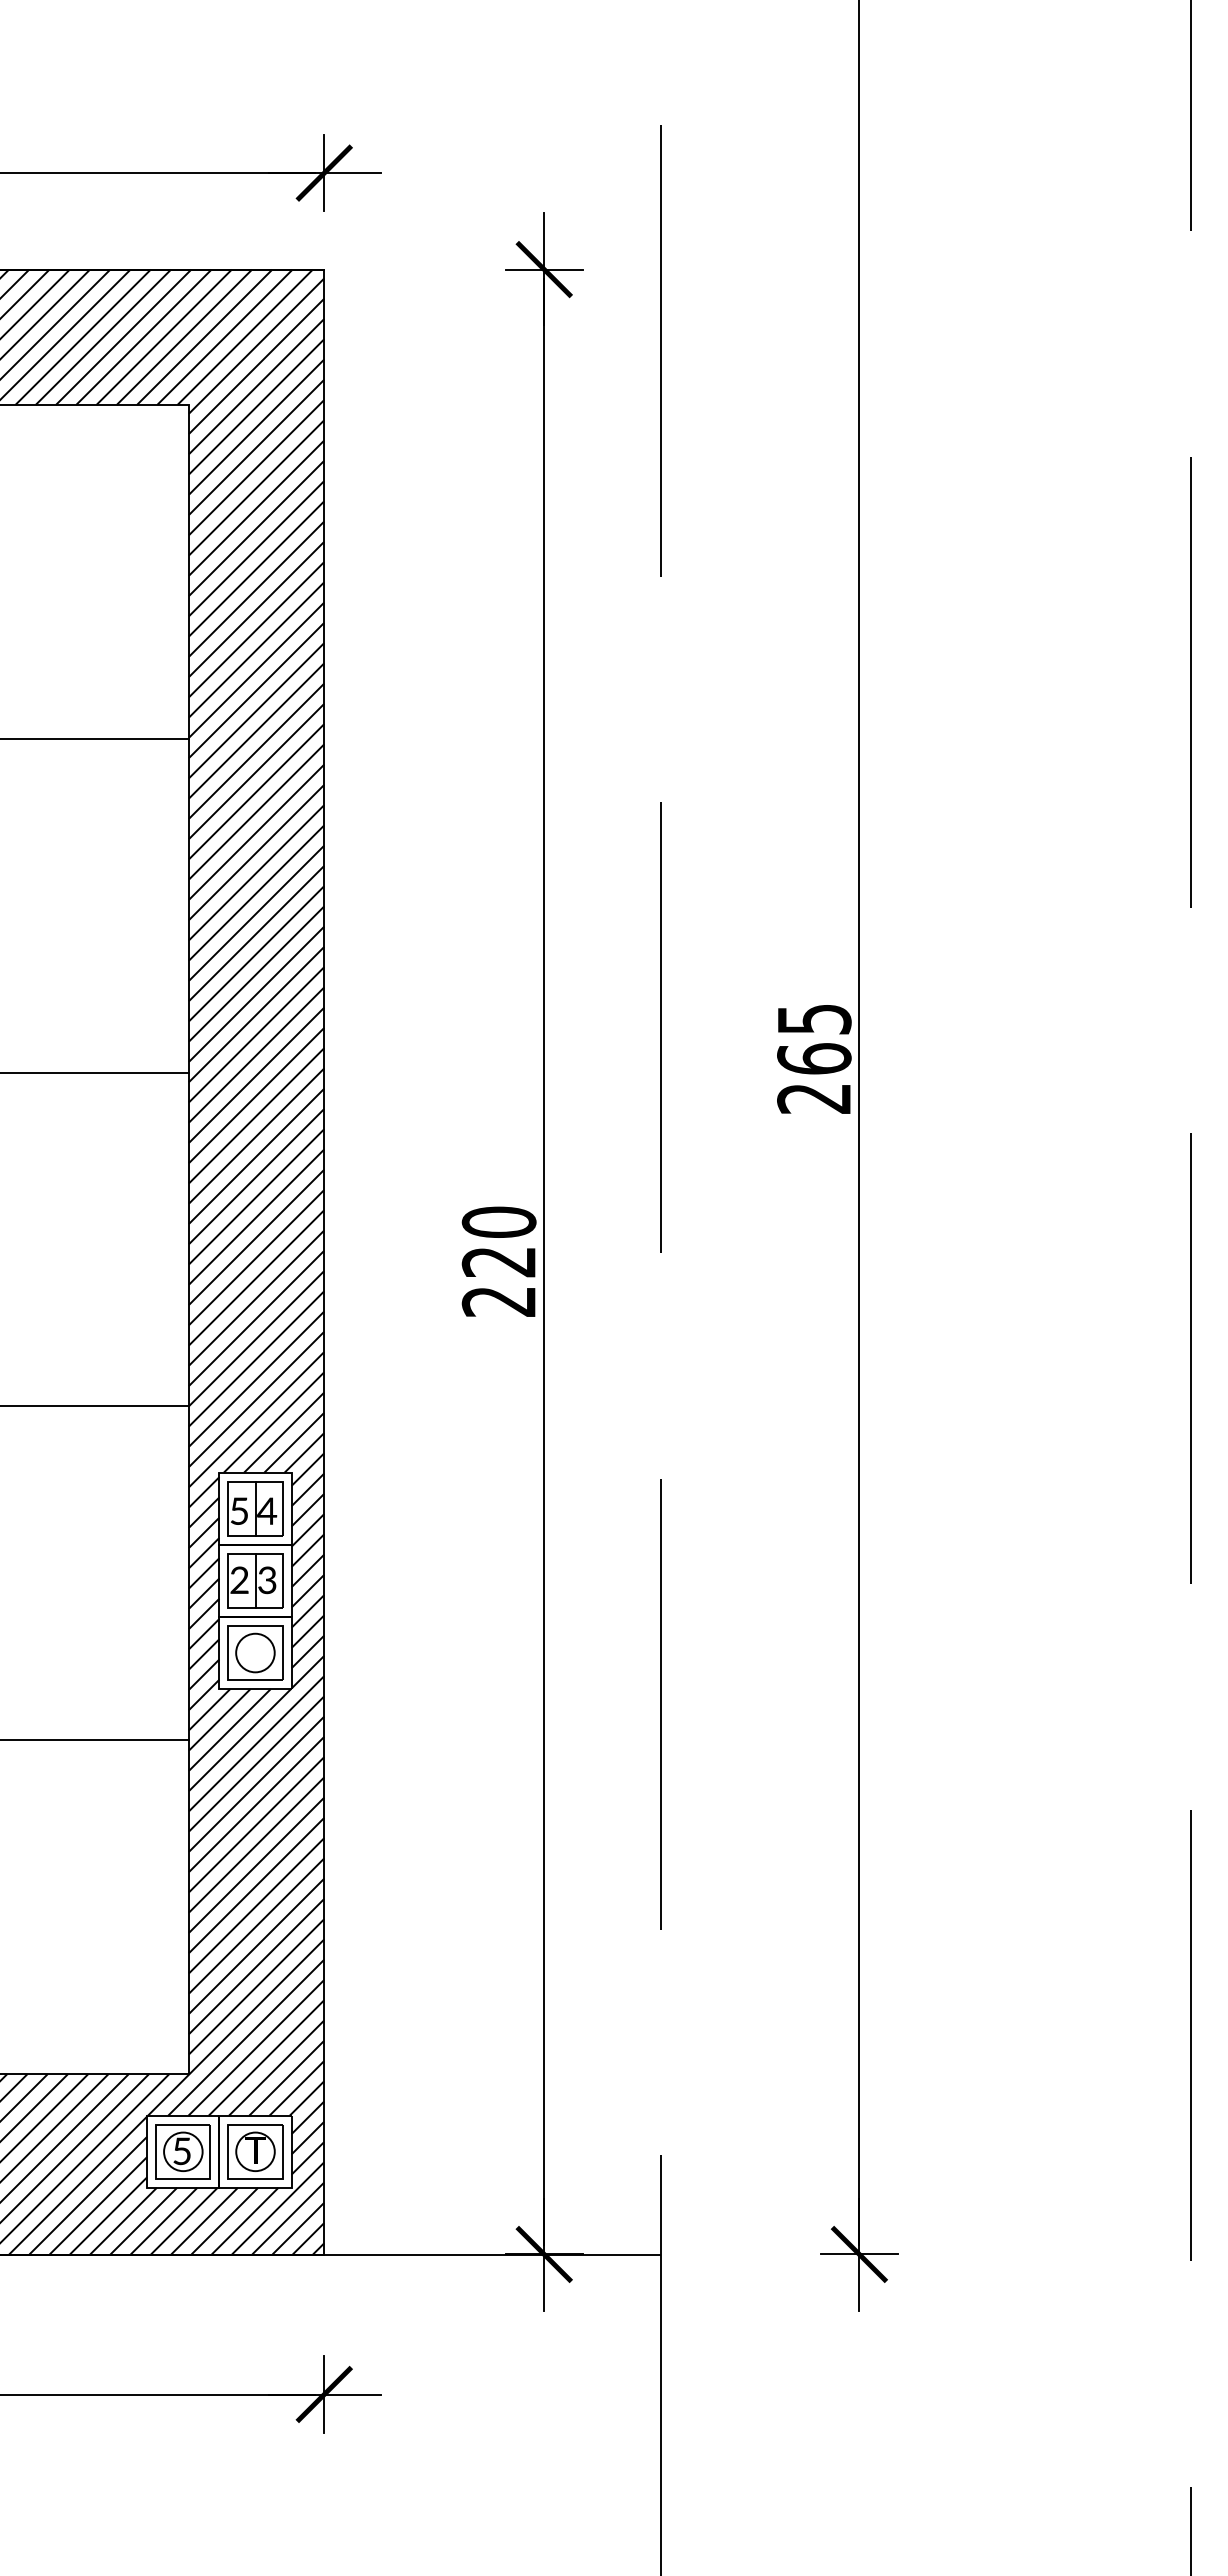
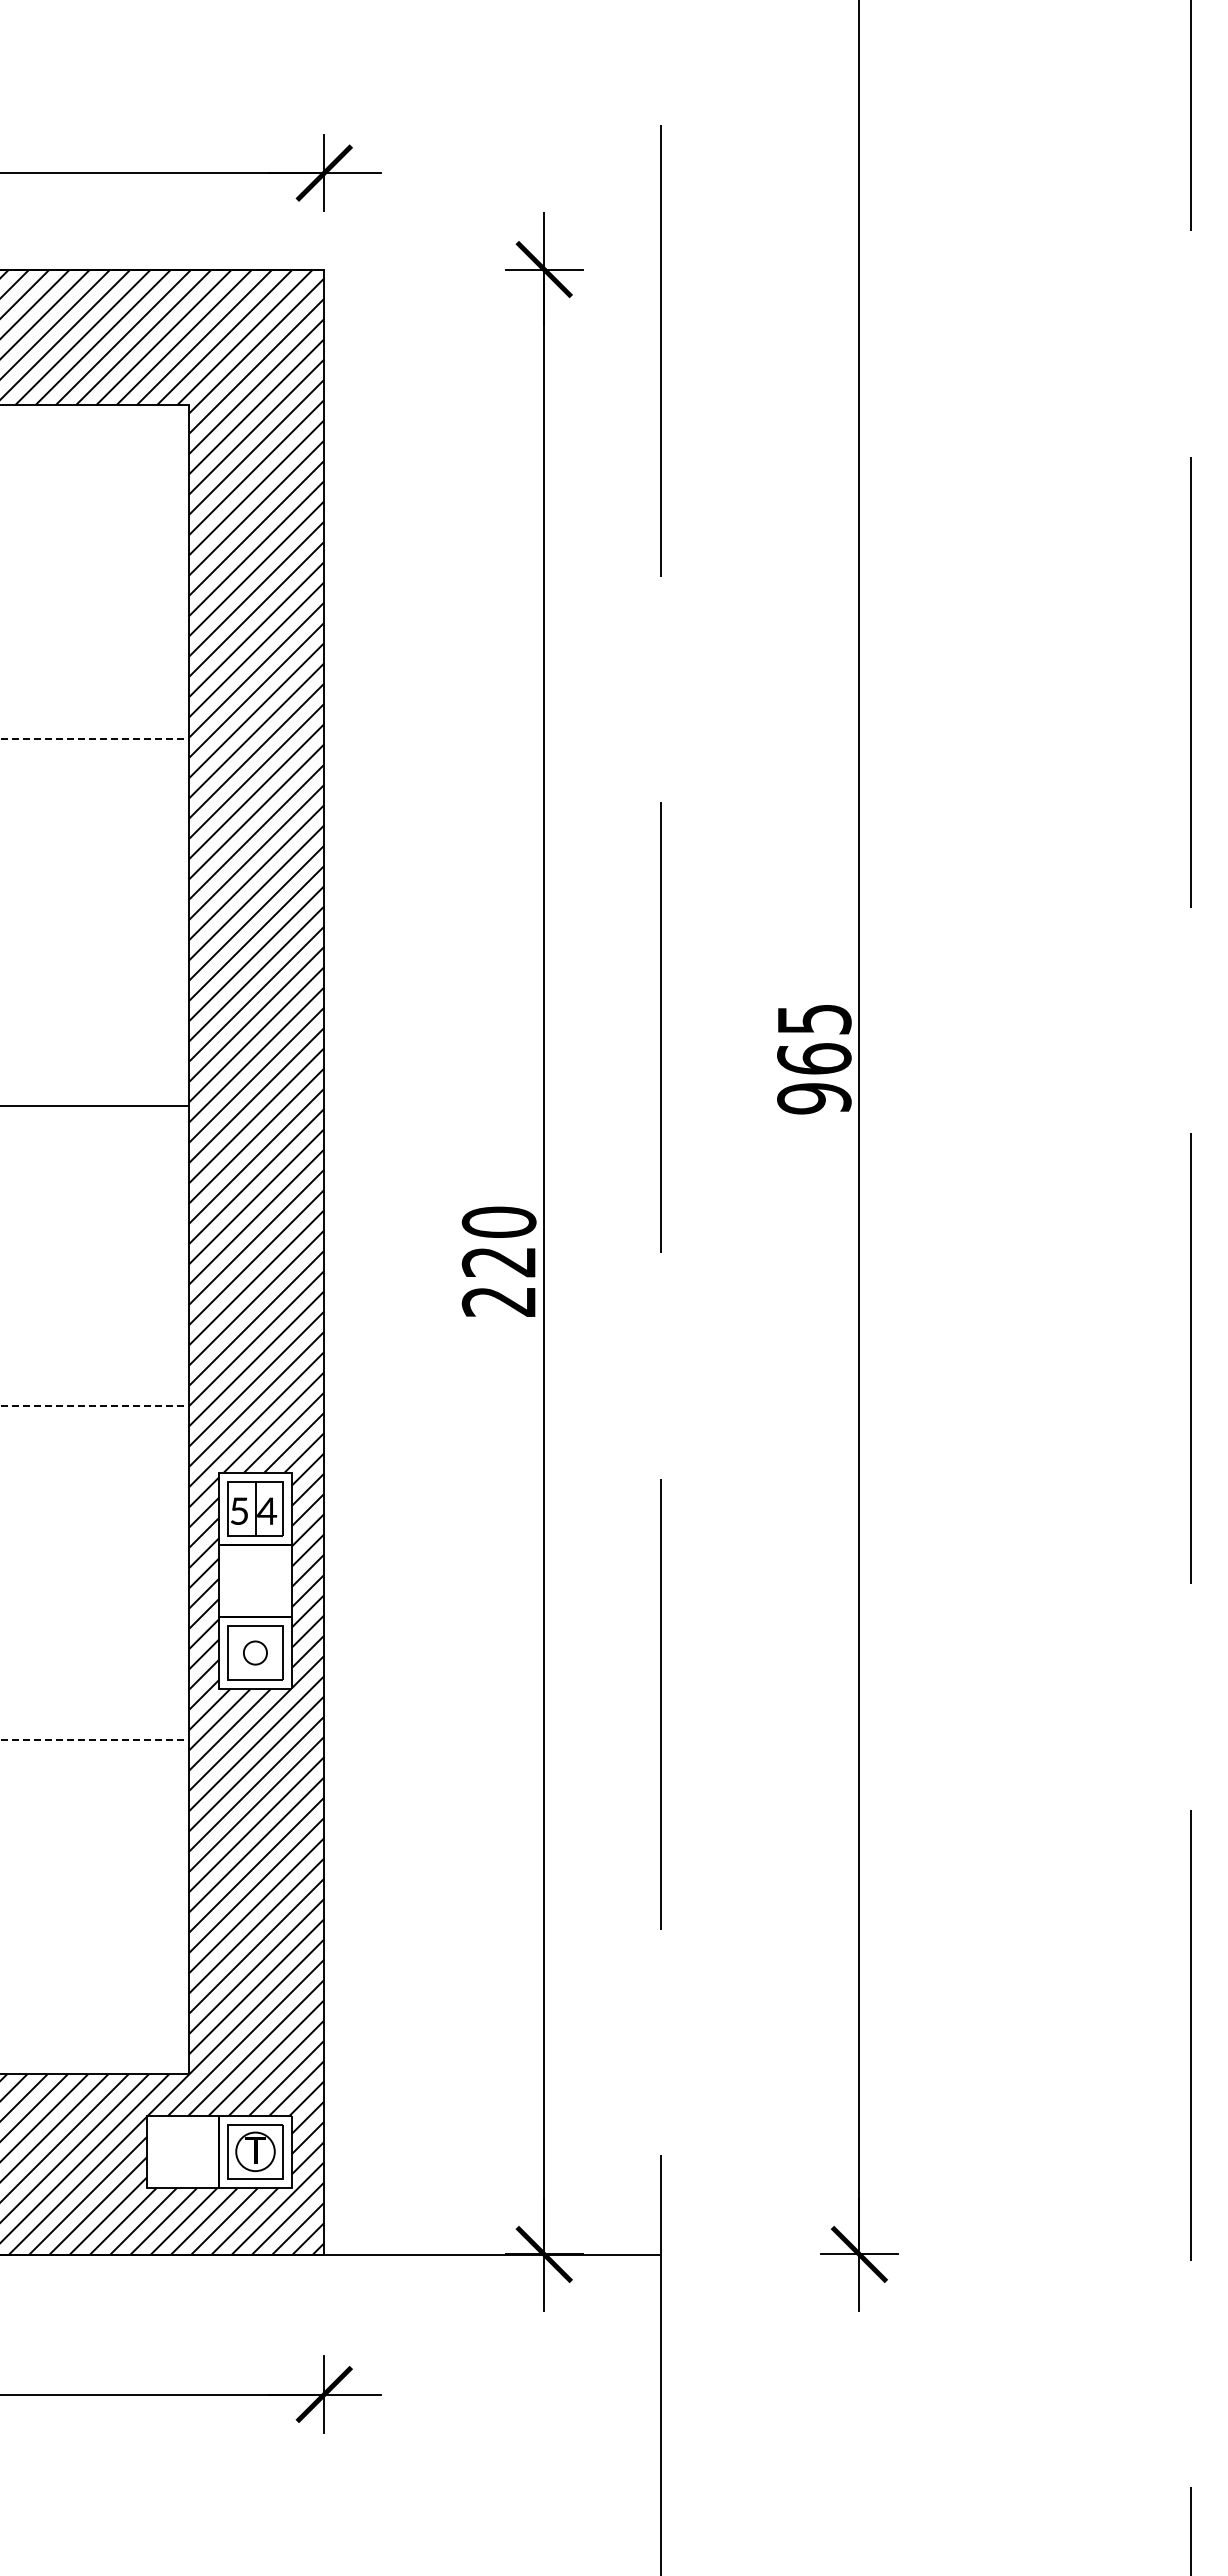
line at (94, 738): solid -> dashed
line at (95, 1072) position: (95, 1072) -> (95, 1105)
text at (814, 1098): 265 -> 965
line at (94, 1406): solid -> dashed
part at (255, 1580): present -> none
circle at (255, 1652) diameter: 39 px -> 23 px
line at (94, 1740): solid -> dashed
part at (182, 2151): present -> none
